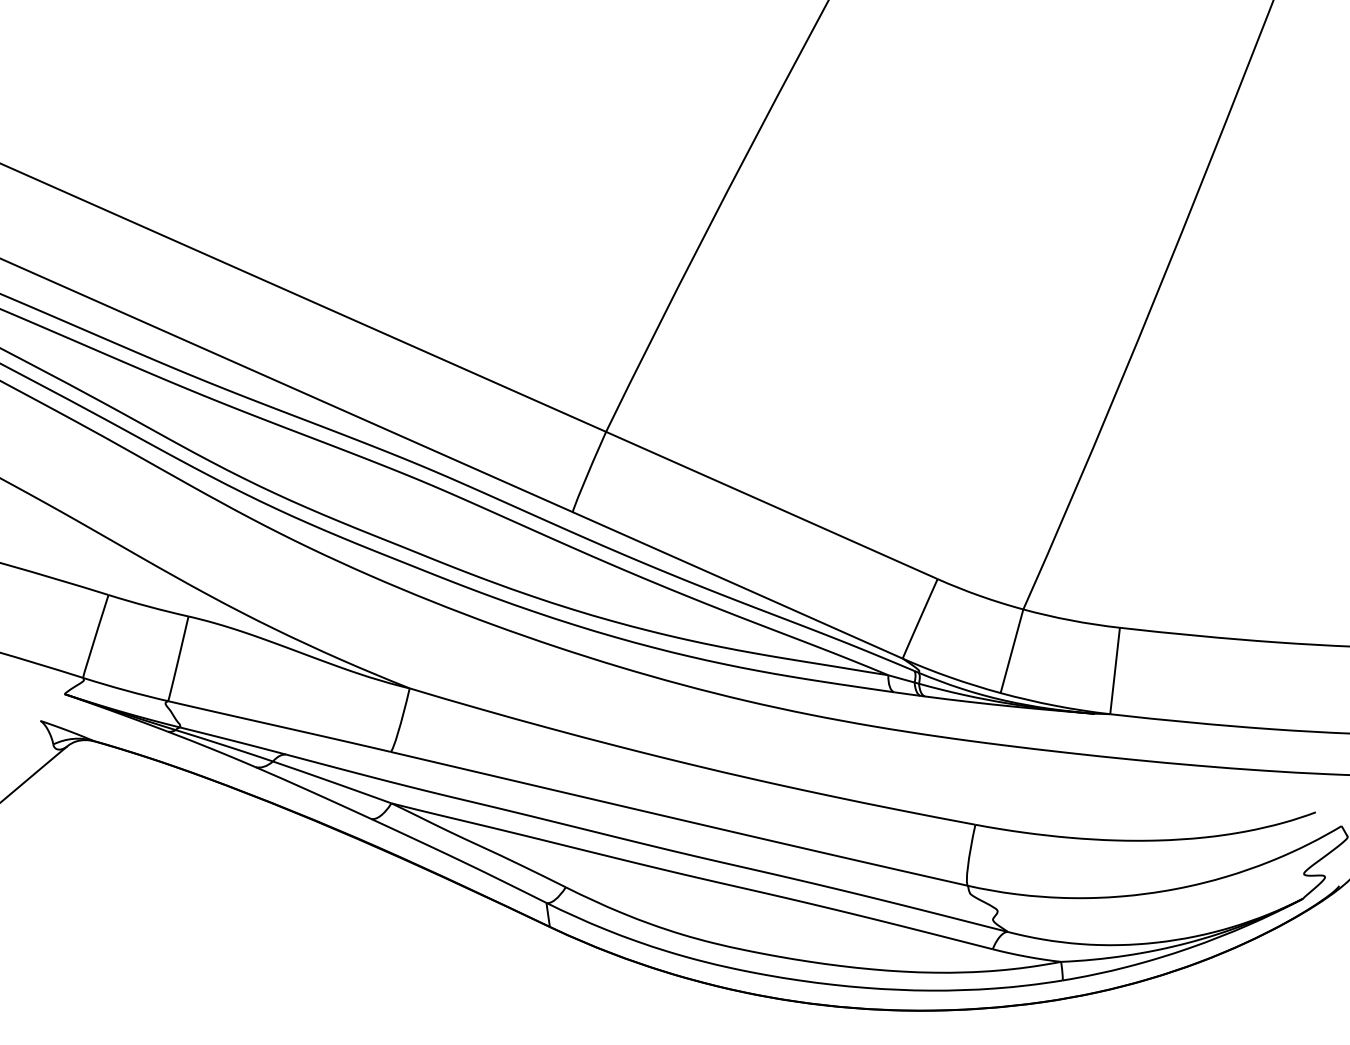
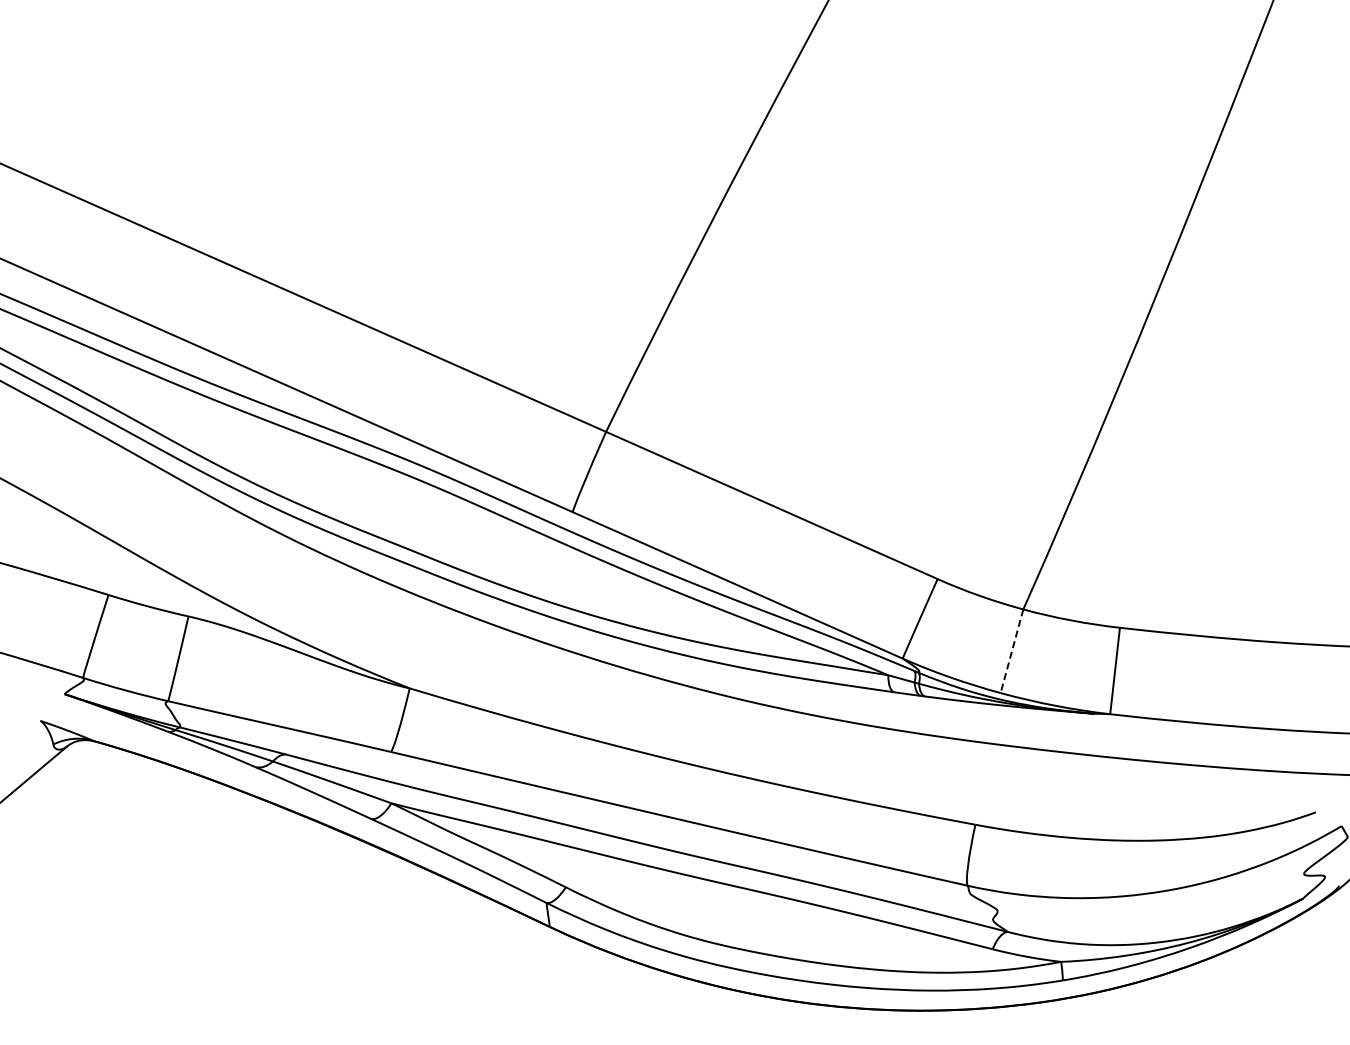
line at (1011, 651): solid -> dashed
